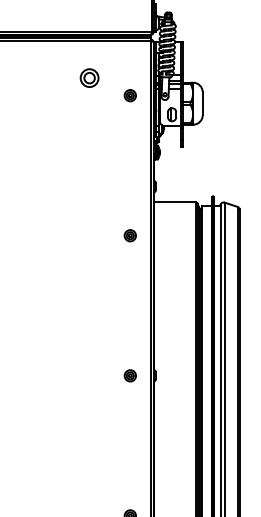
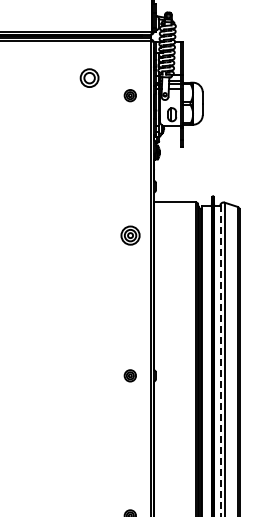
part at (129, 235) size: 14x14 px -> 21x21 px
line at (220, 361): solid -> dashed
